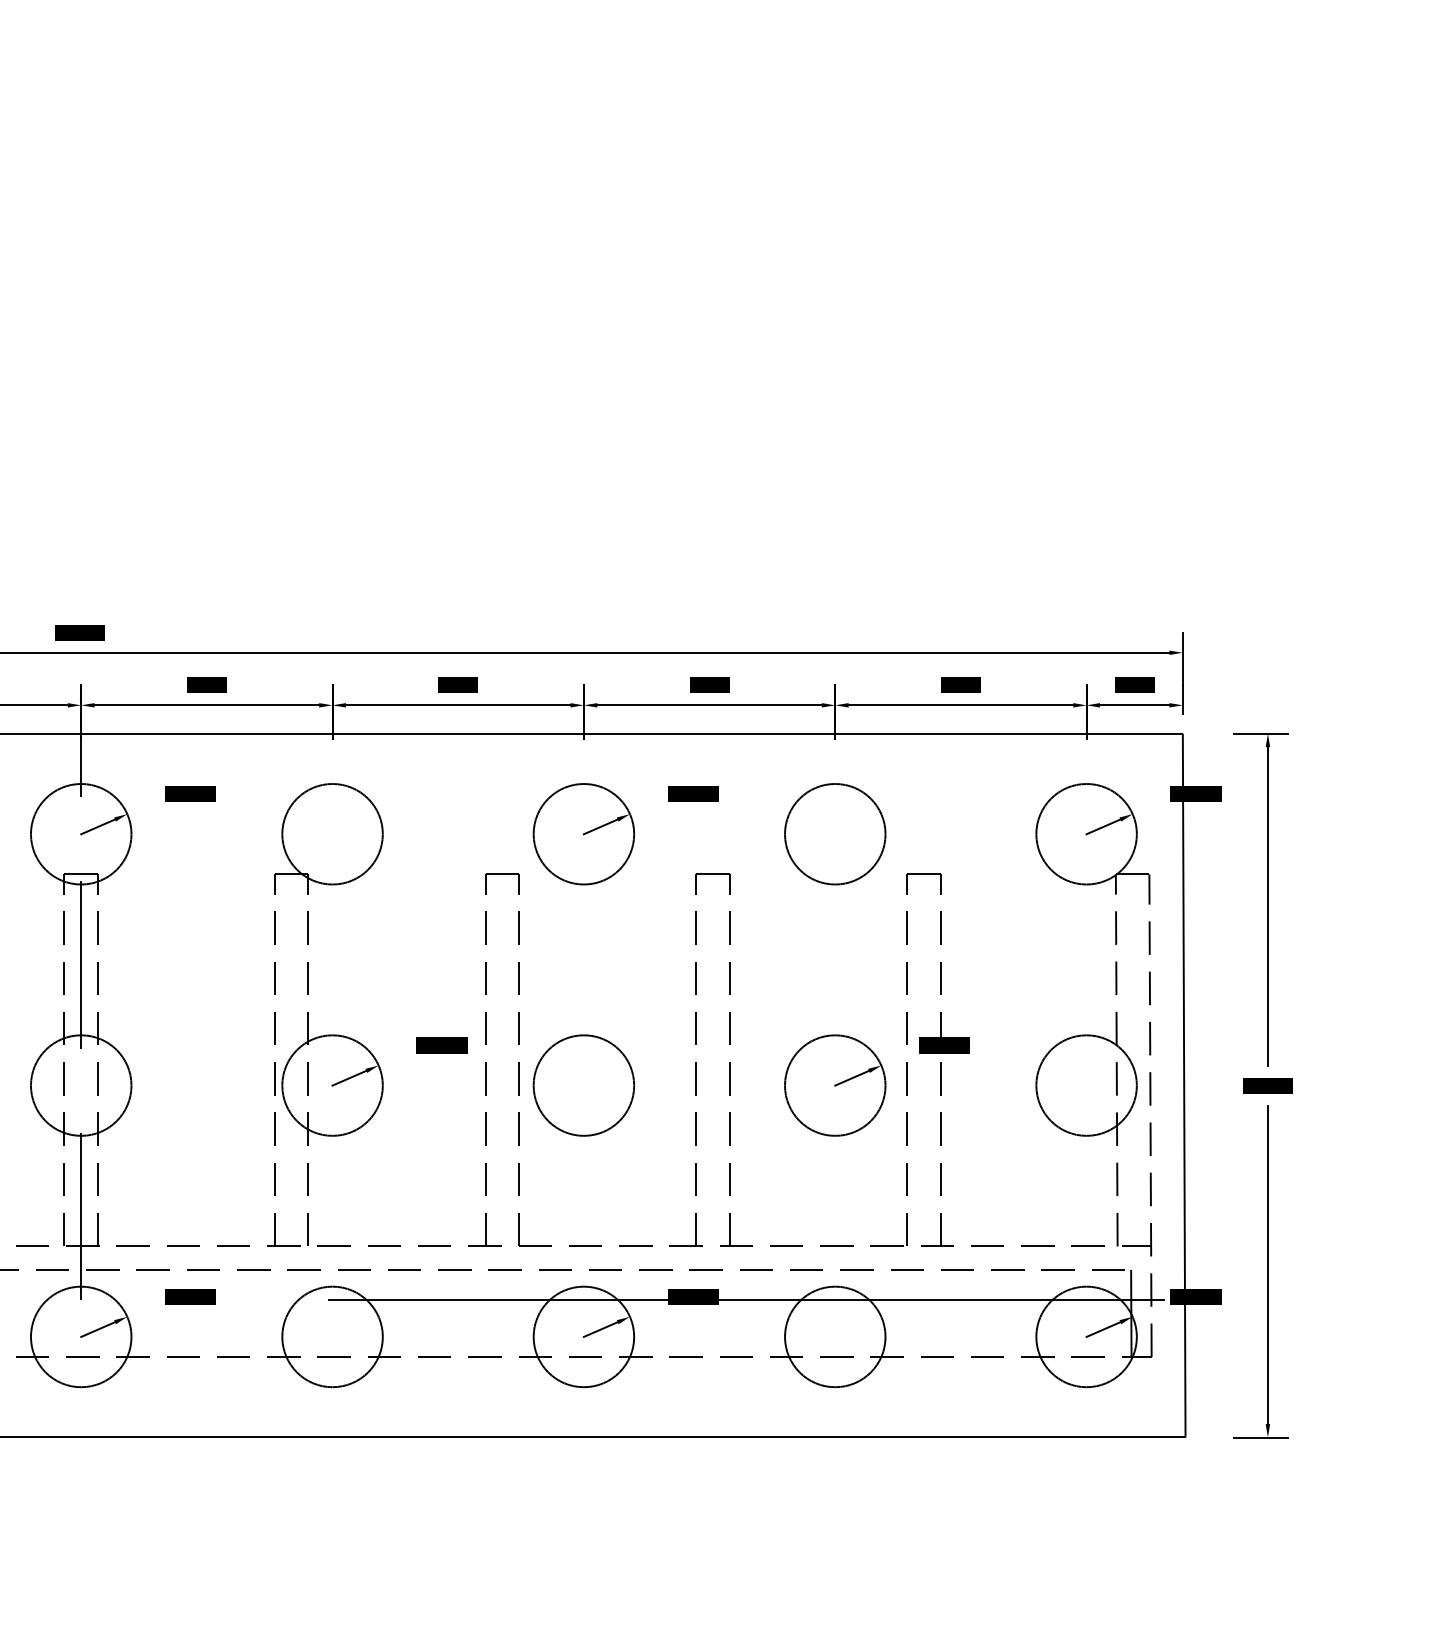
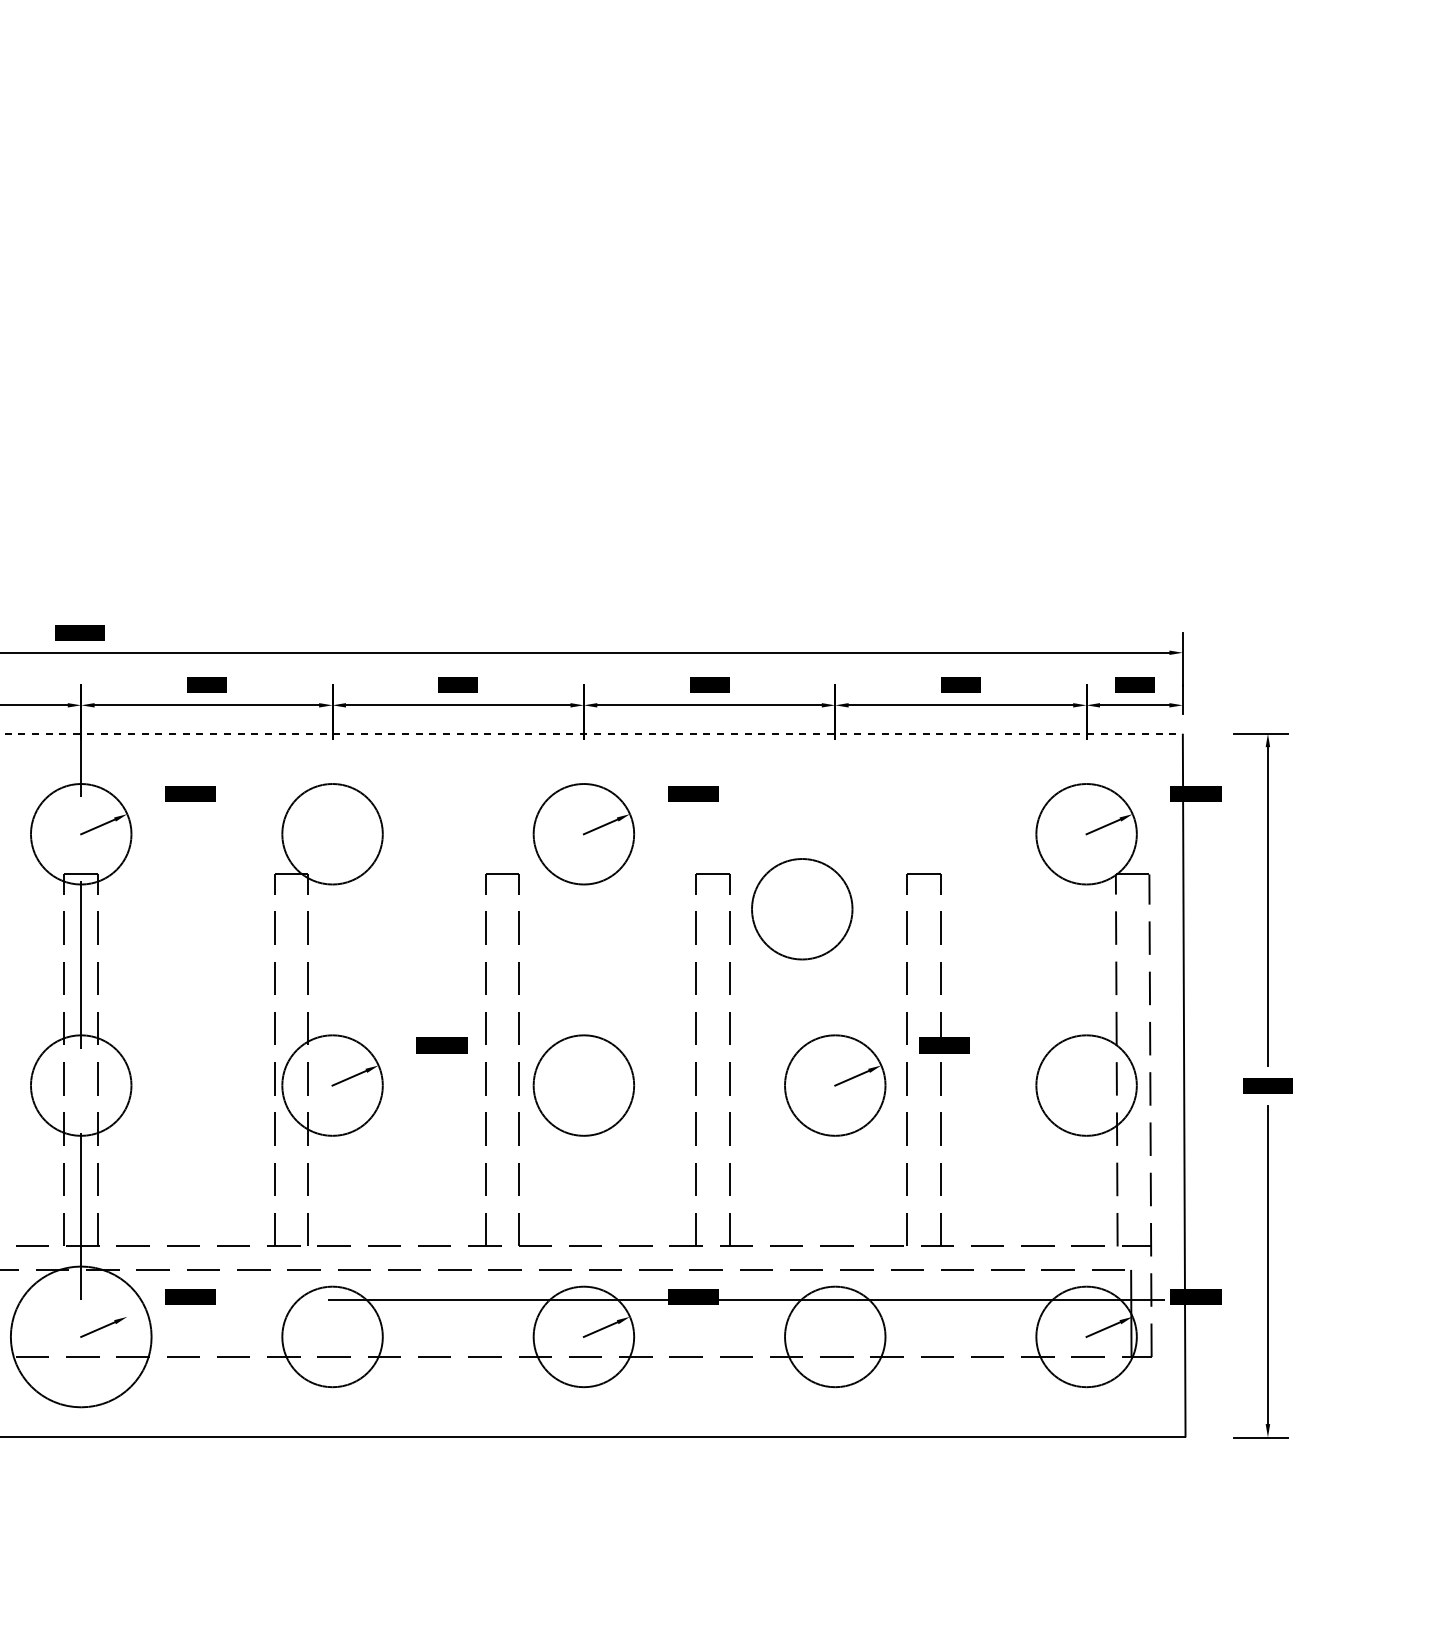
line at (591, 733): solid -> dashed
circle at (835, 834) position: (835, 834) -> (802, 909)
circle at (80, 1336) diameter: 101 px -> 141 px
